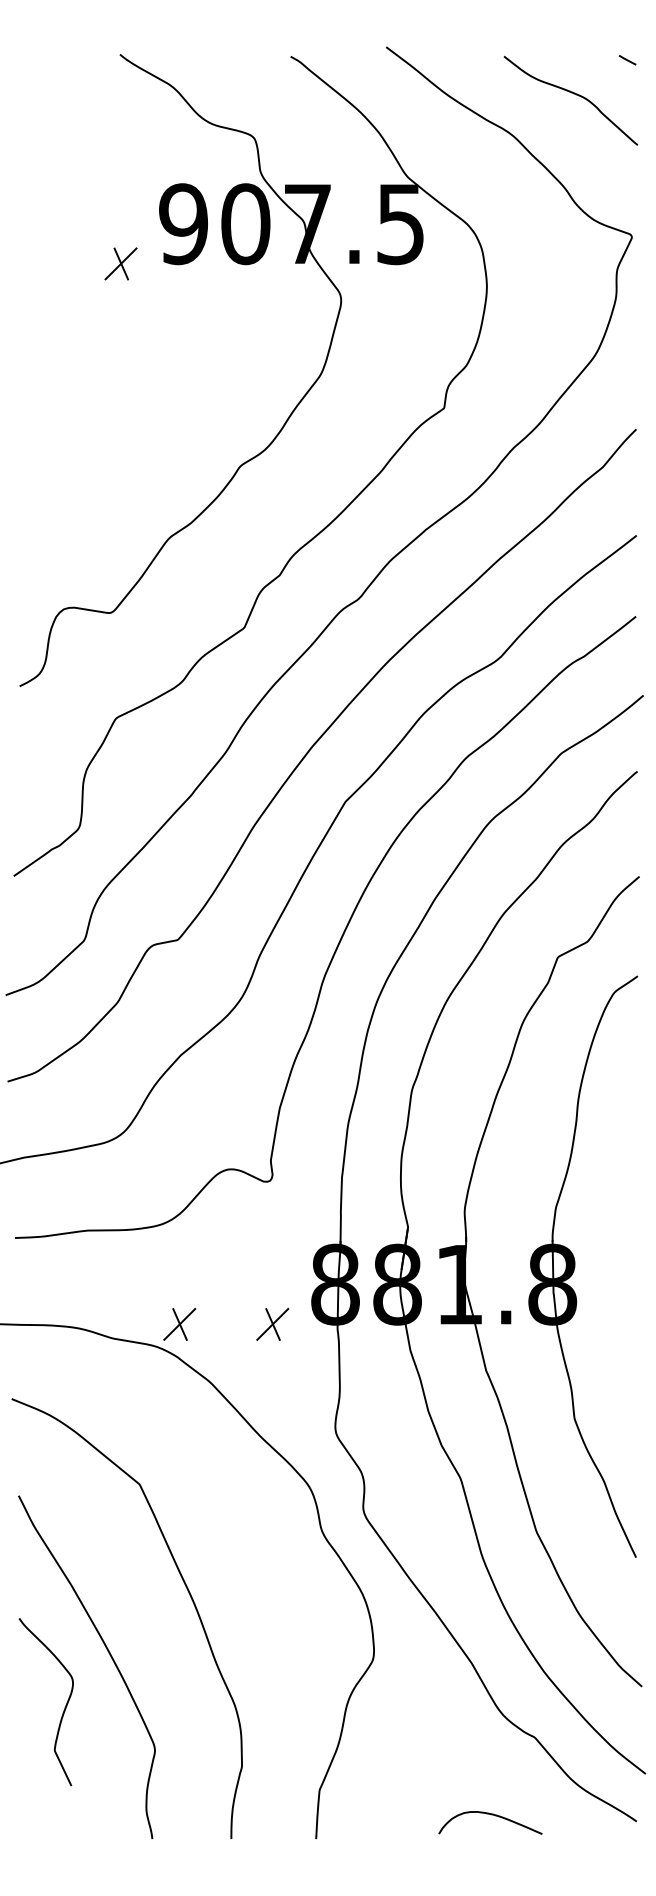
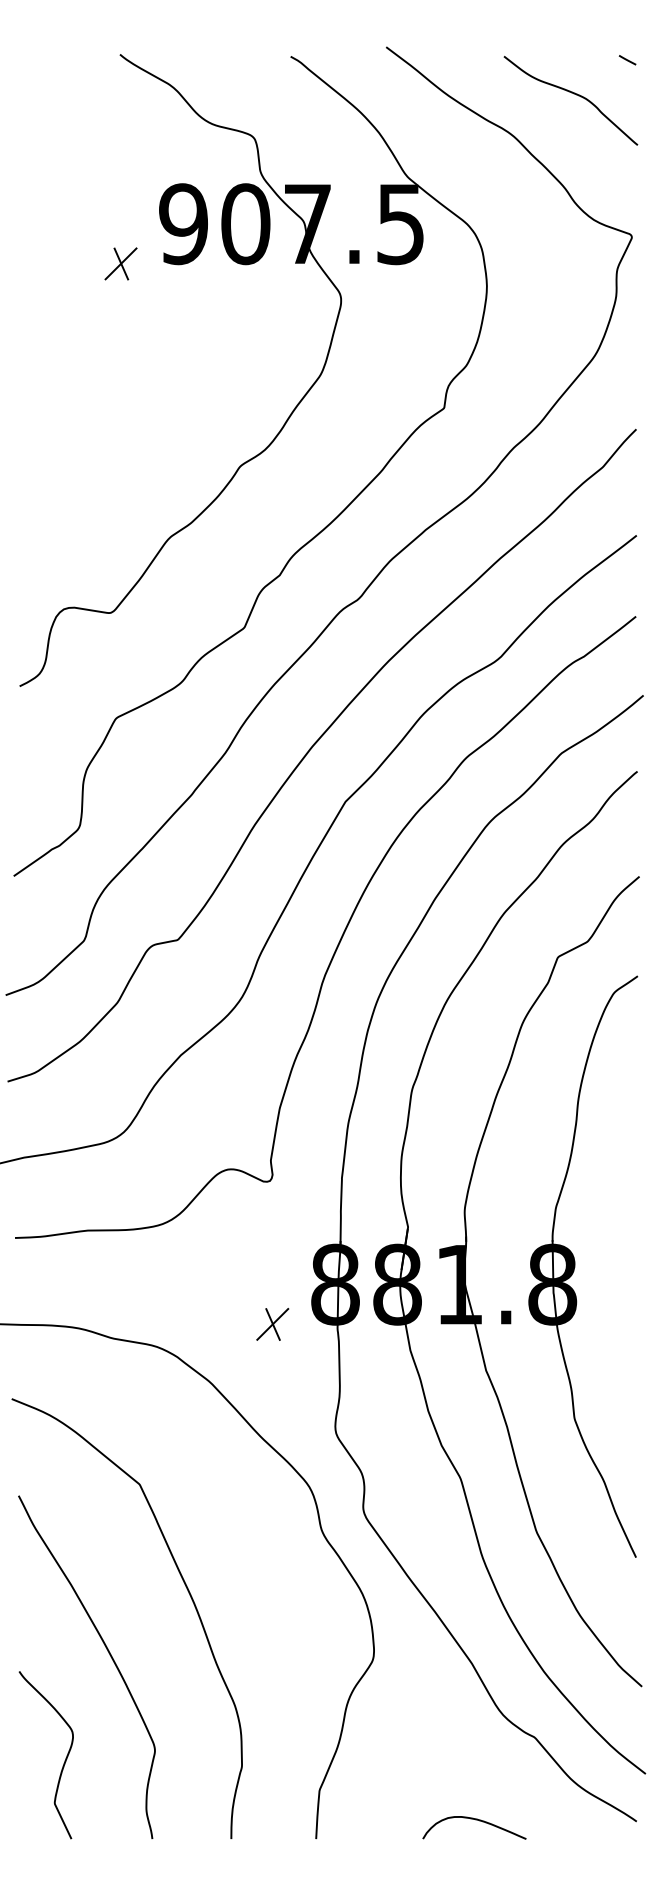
part at (179, 1324): present -> none
curve at (64, 1707) position: (64, 1707) -> (64, 1760)
curve at (491, 1815) position: (491, 1815) -> (475, 1820)
